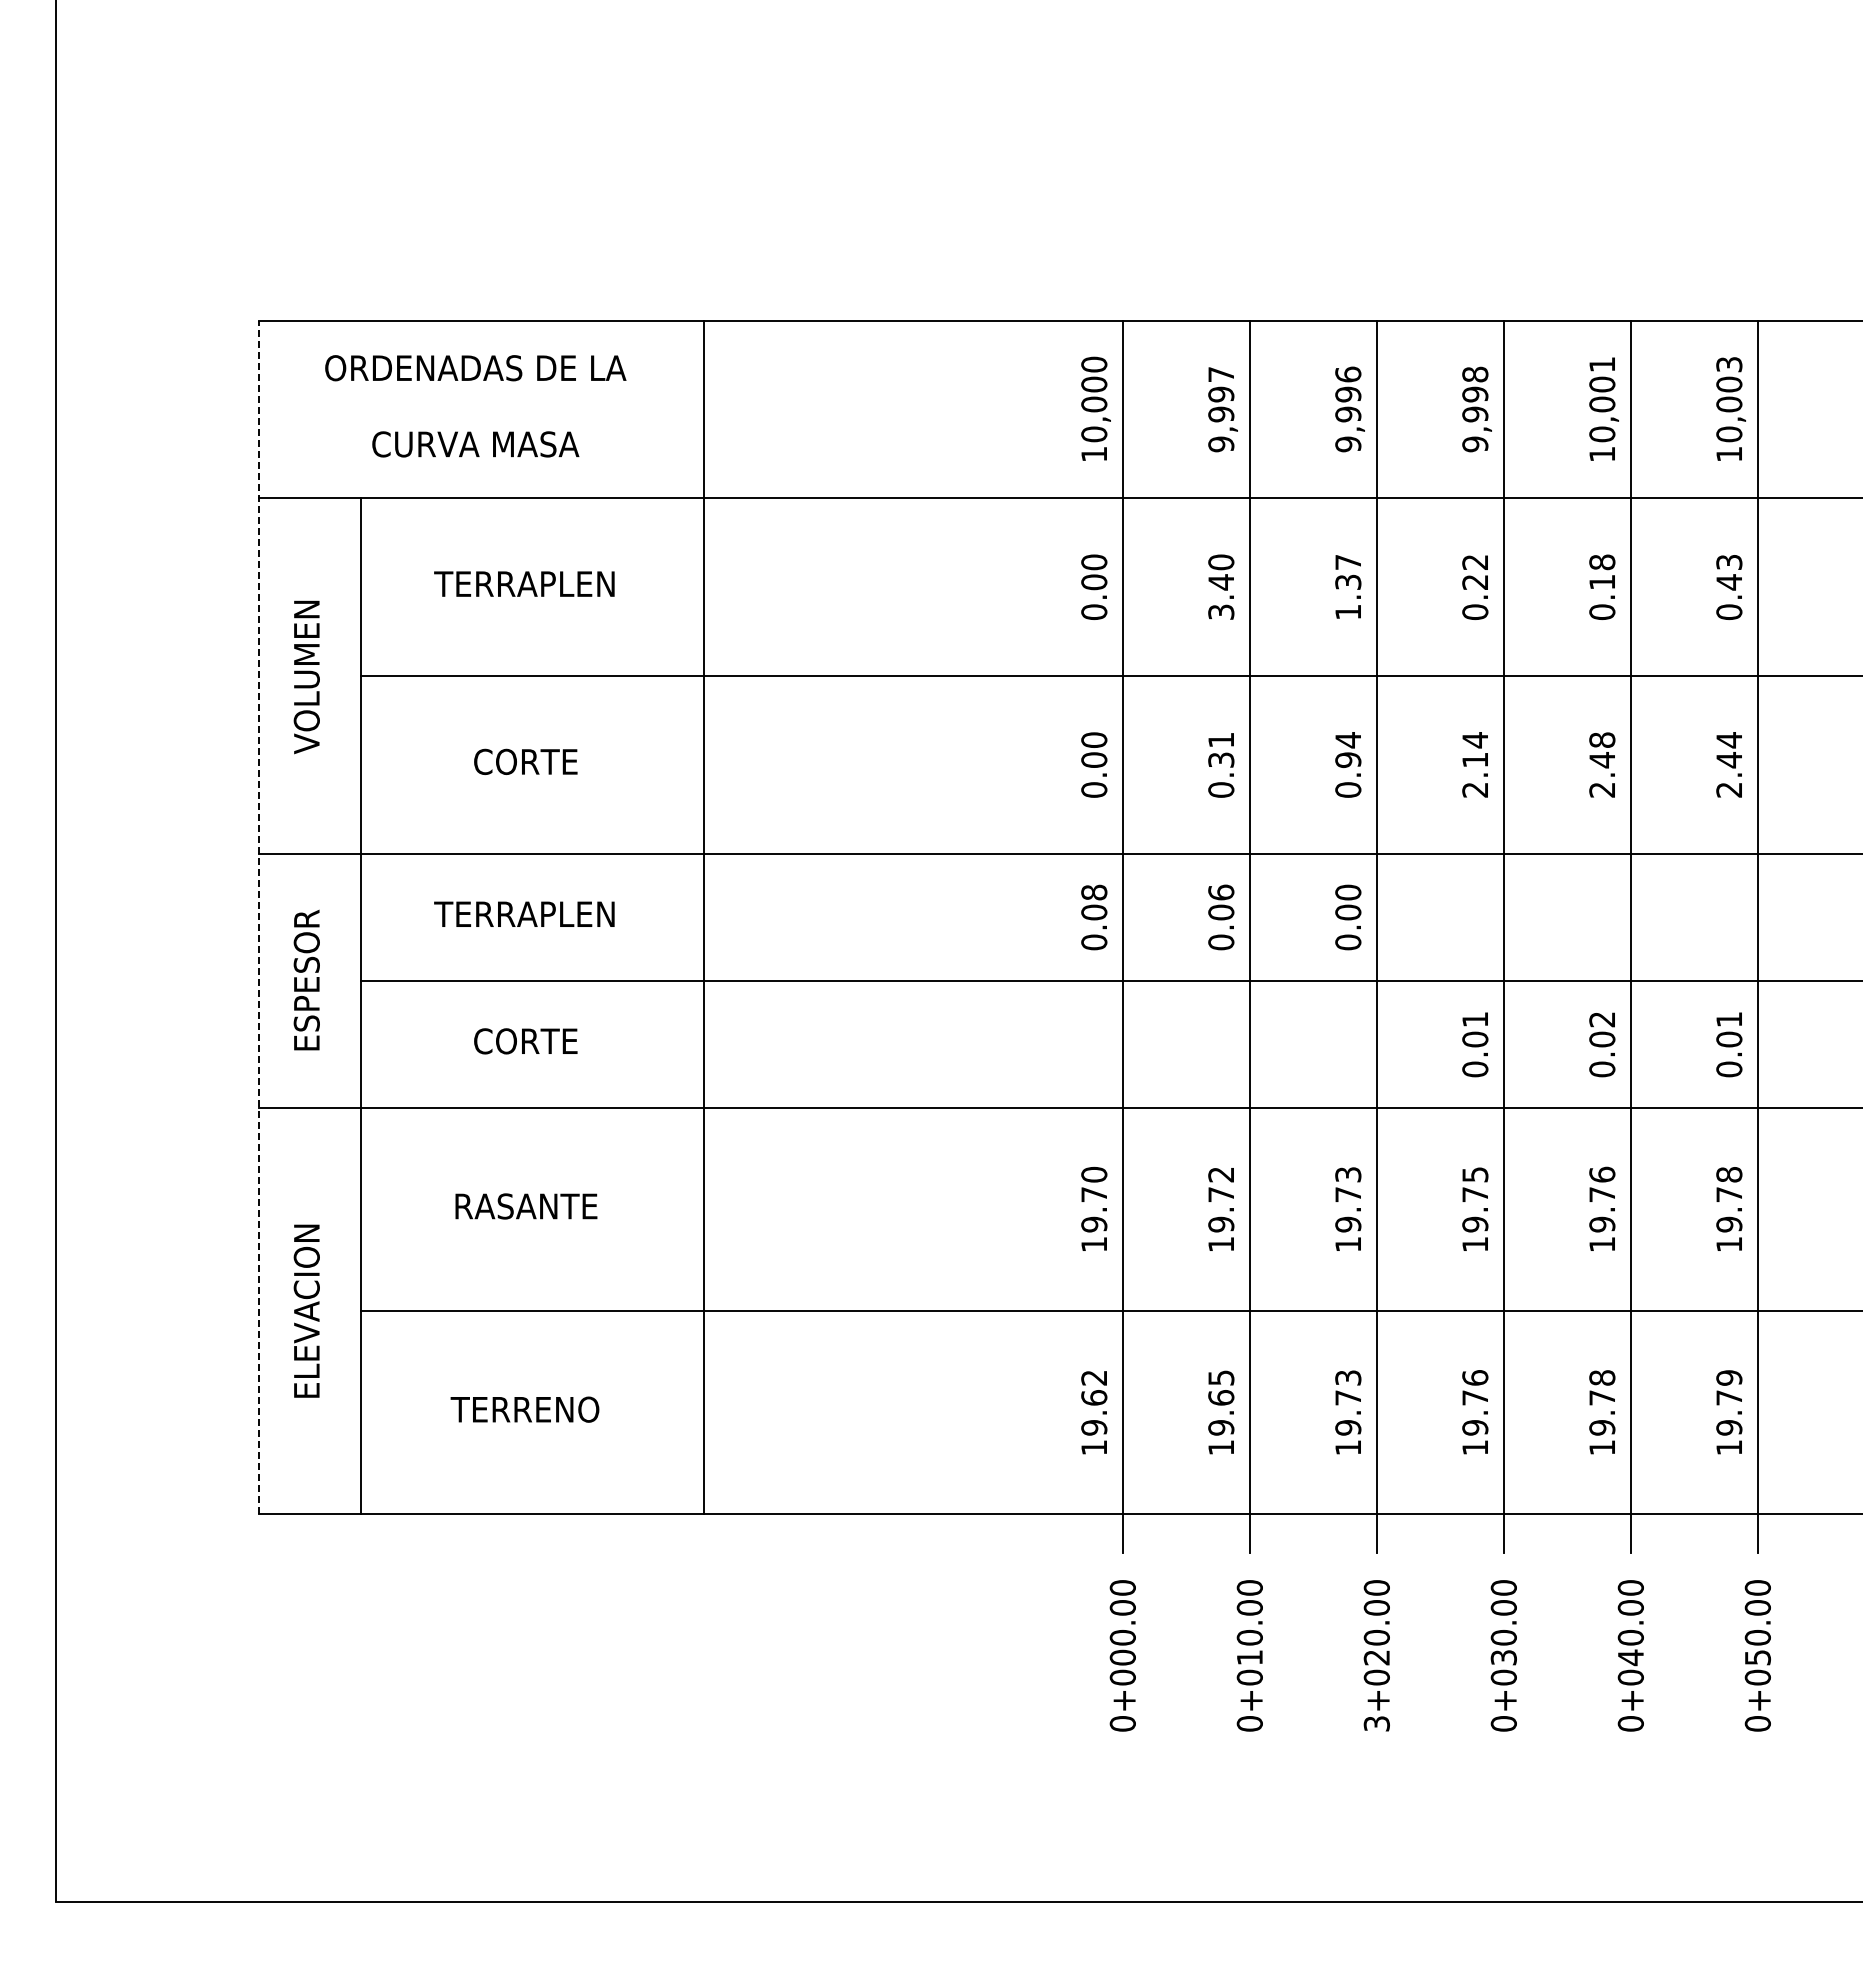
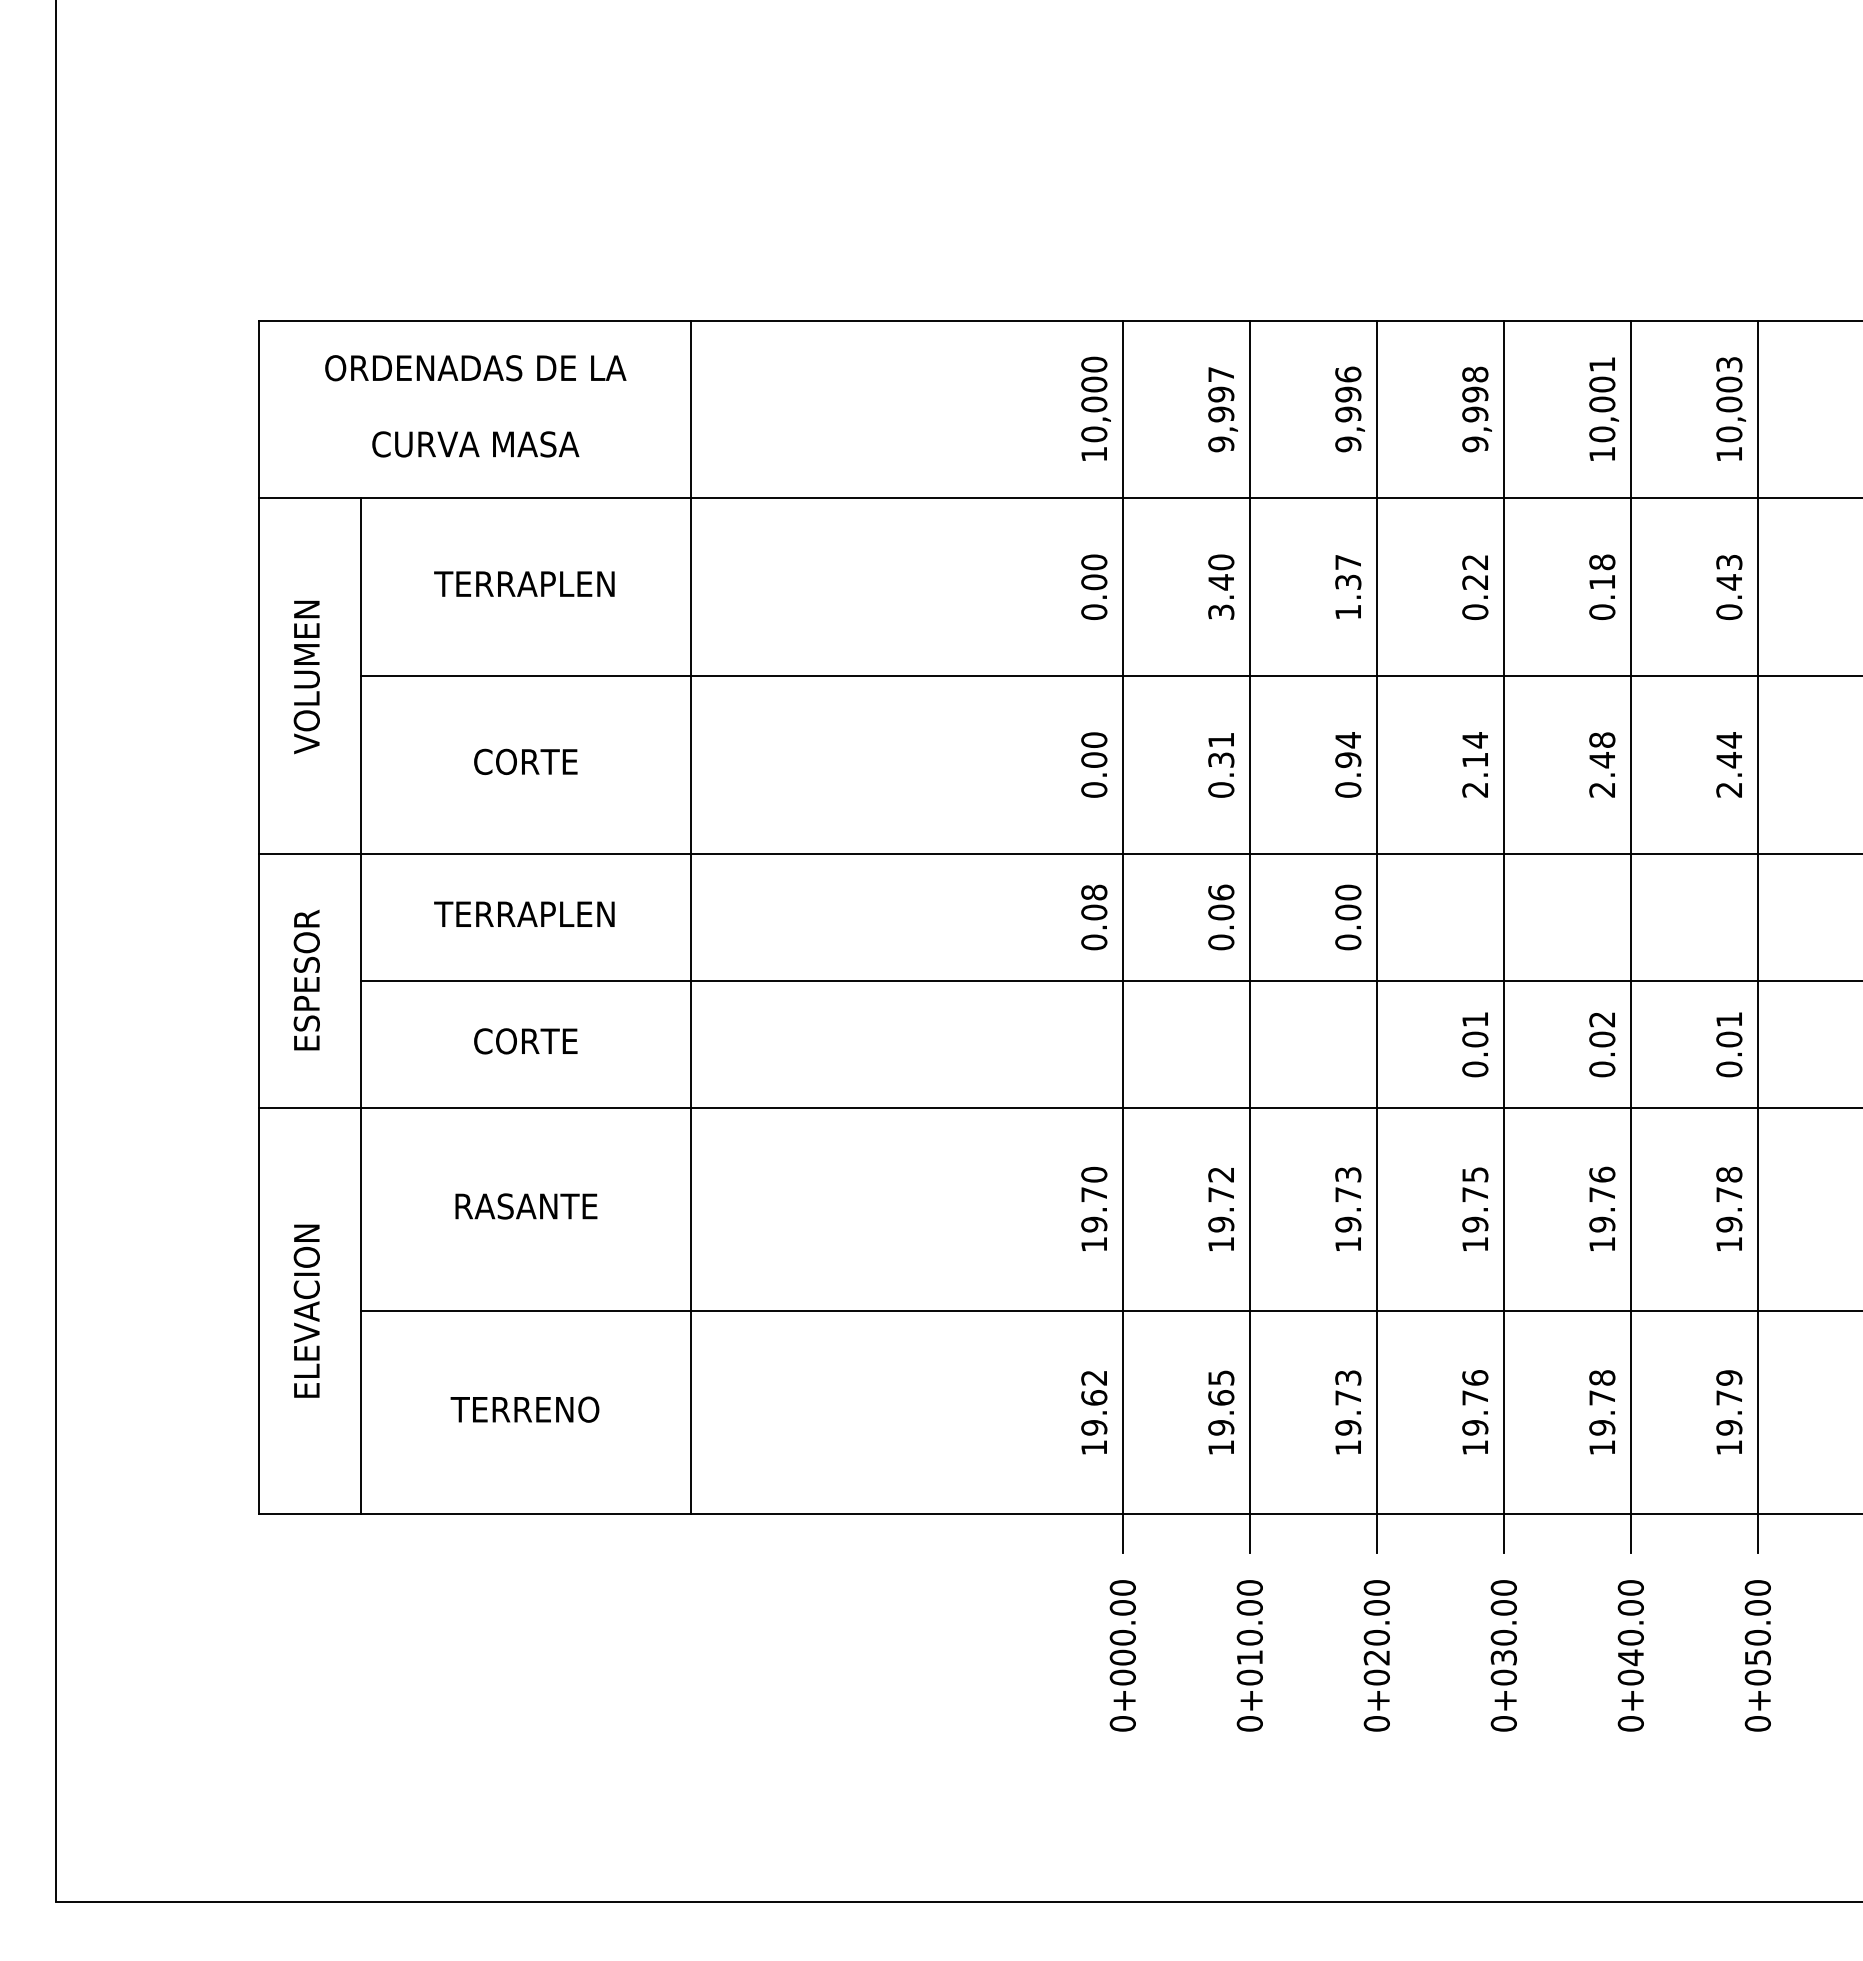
line at (259, 917): dashed -> solid
line at (704, 917) position: (704, 917) -> (691, 917)
text at (1376, 1723): 3+020.00 -> 0+020.00
